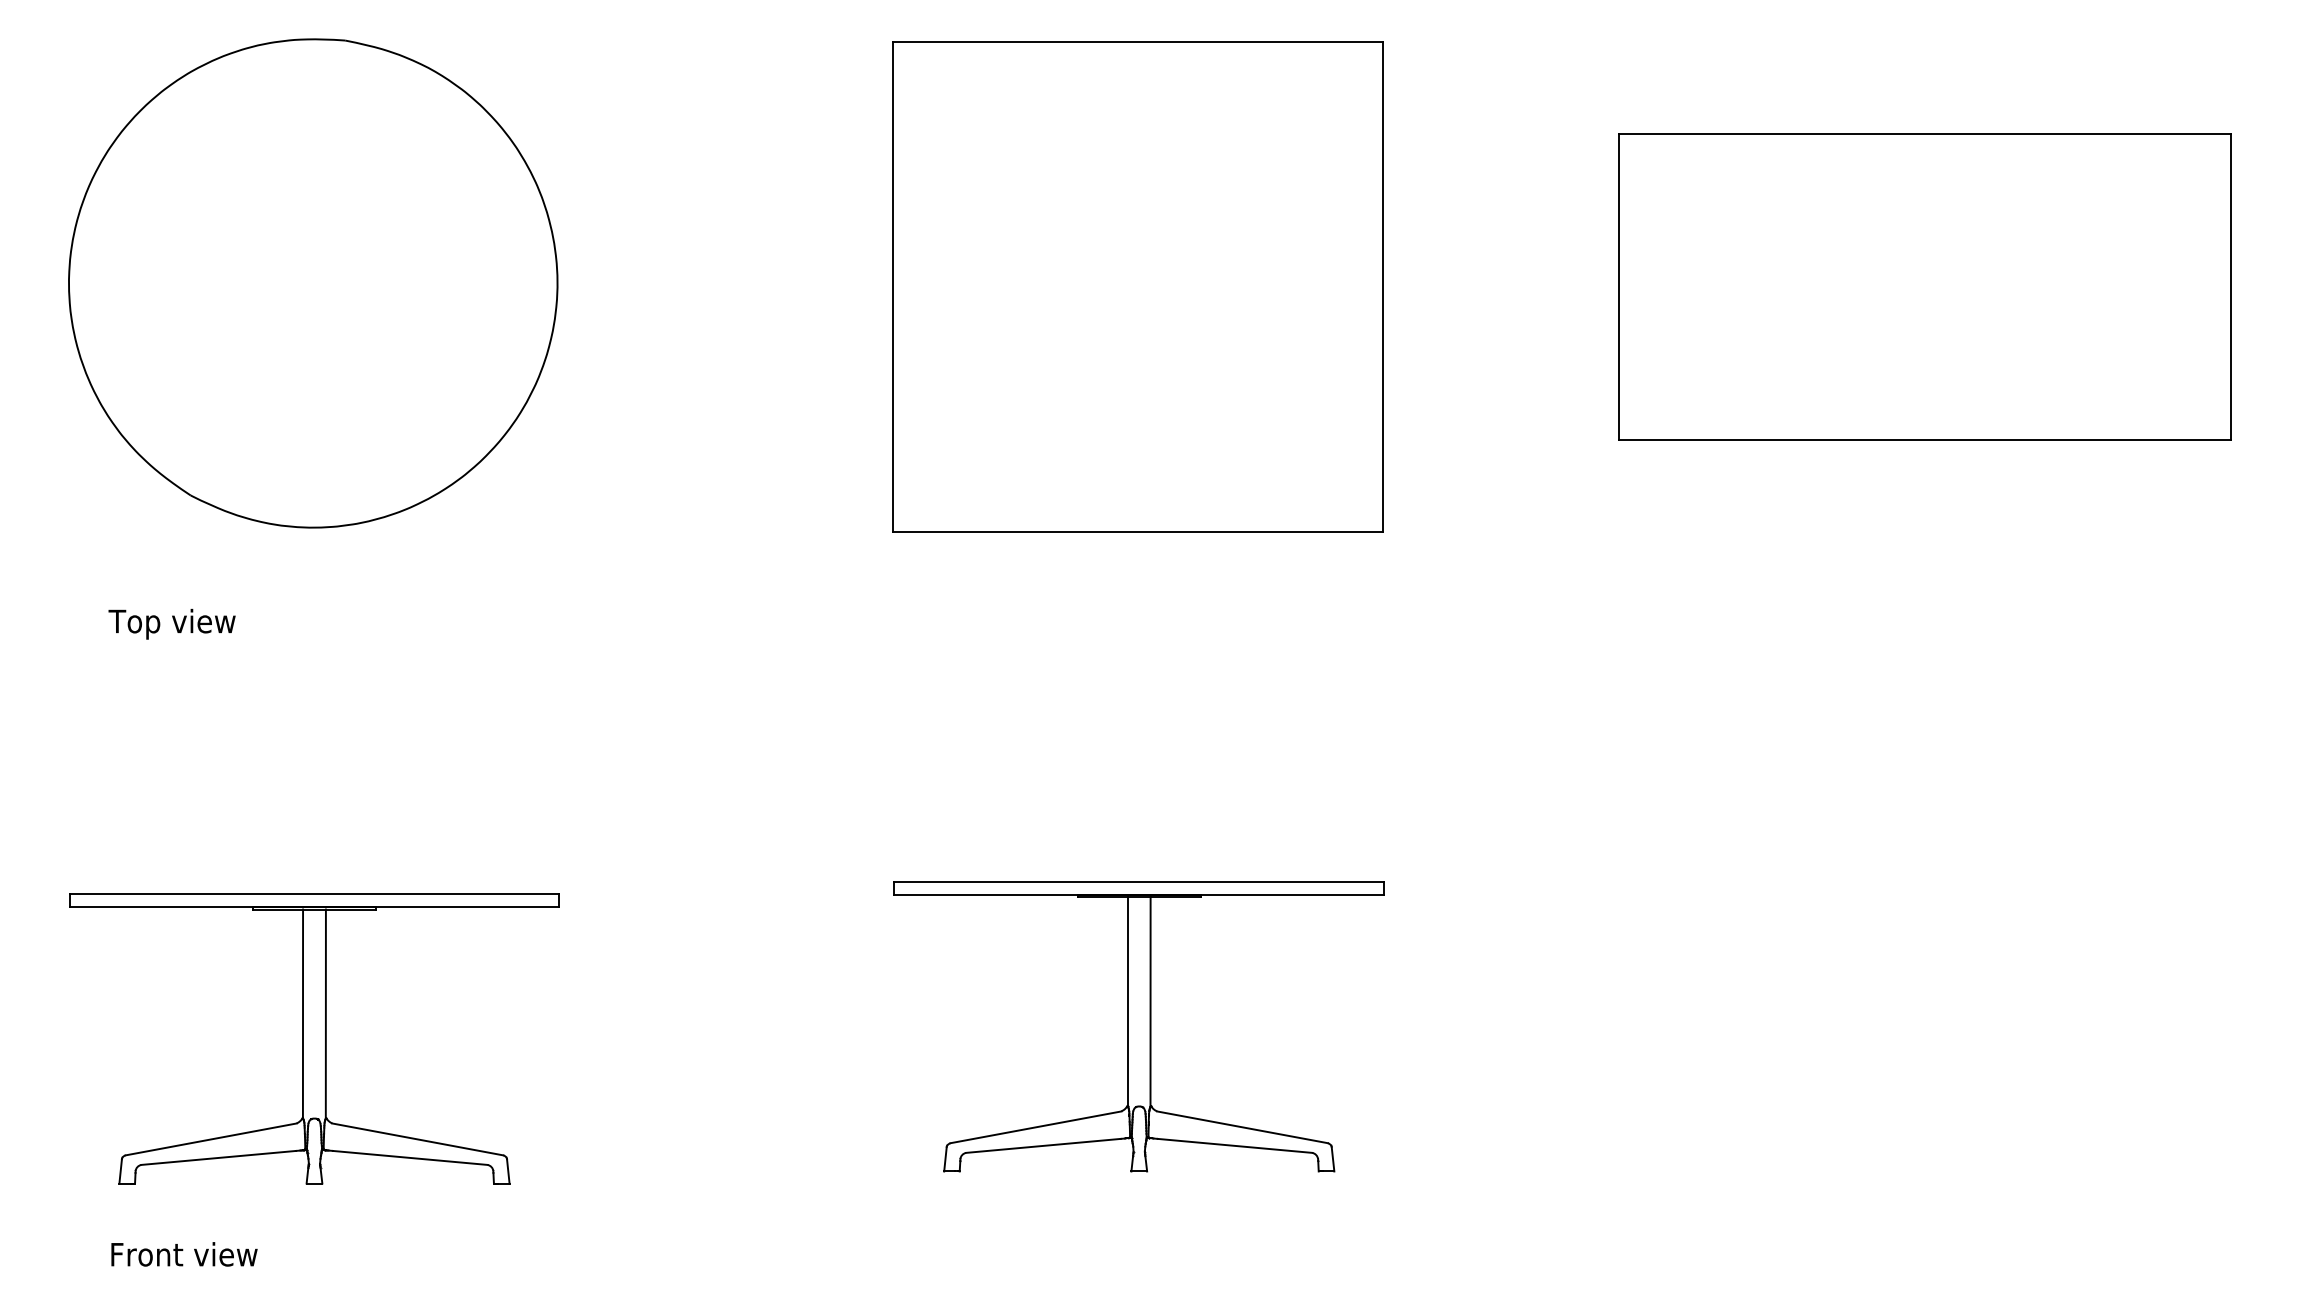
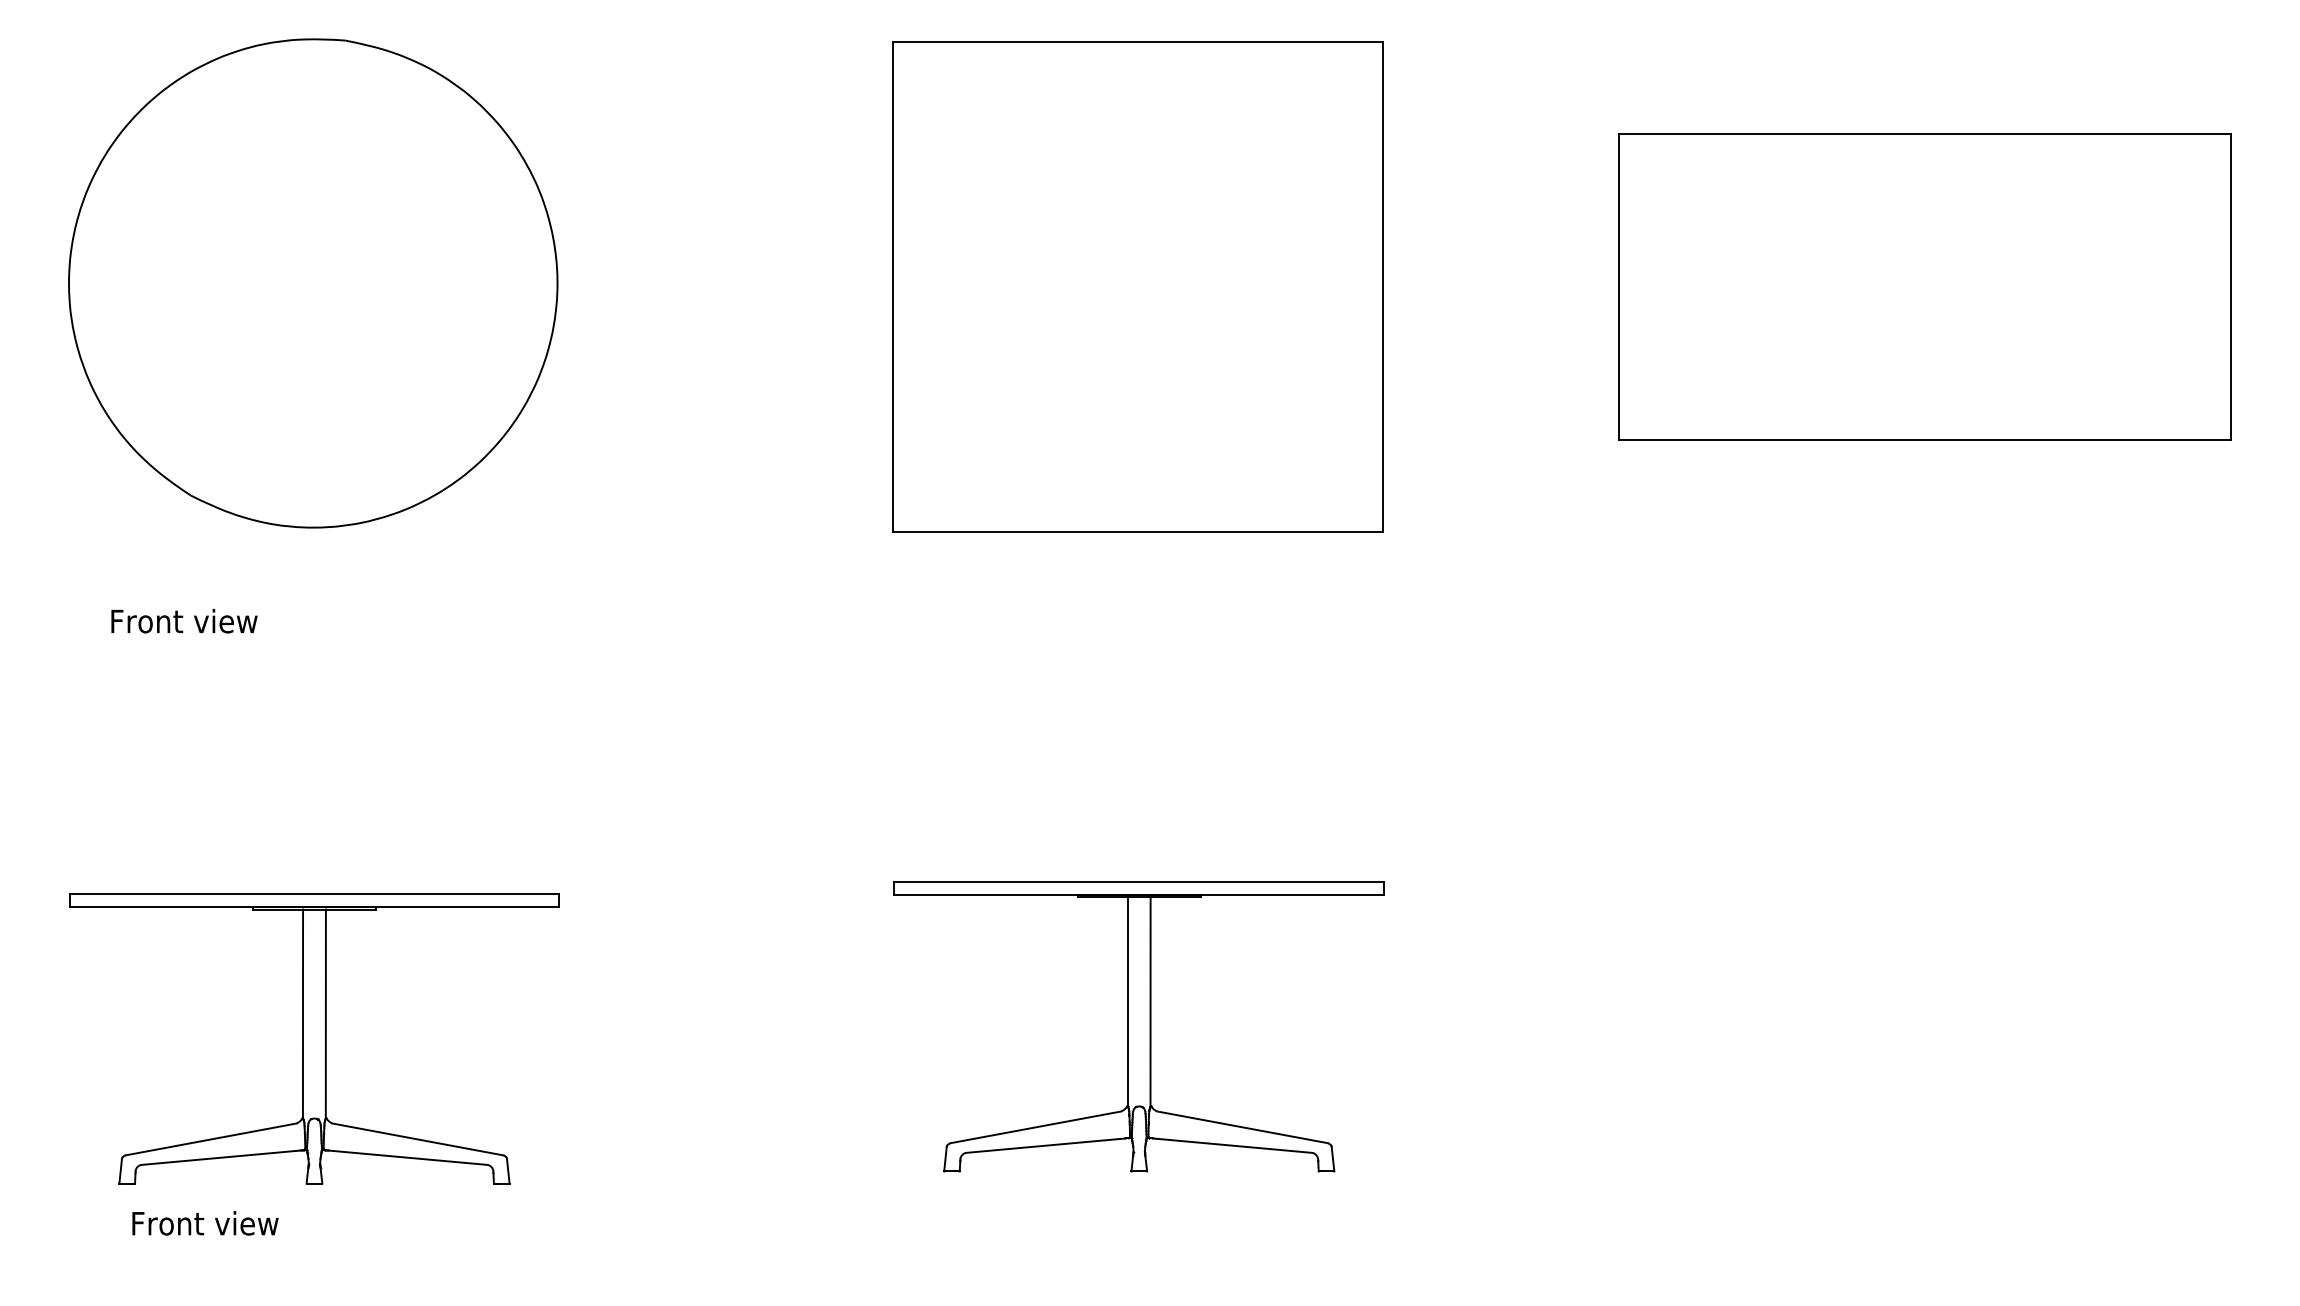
text at (182, 623): Top view -> Front view
text at (184, 1254) position: (184, 1254) -> (205, 1223)
